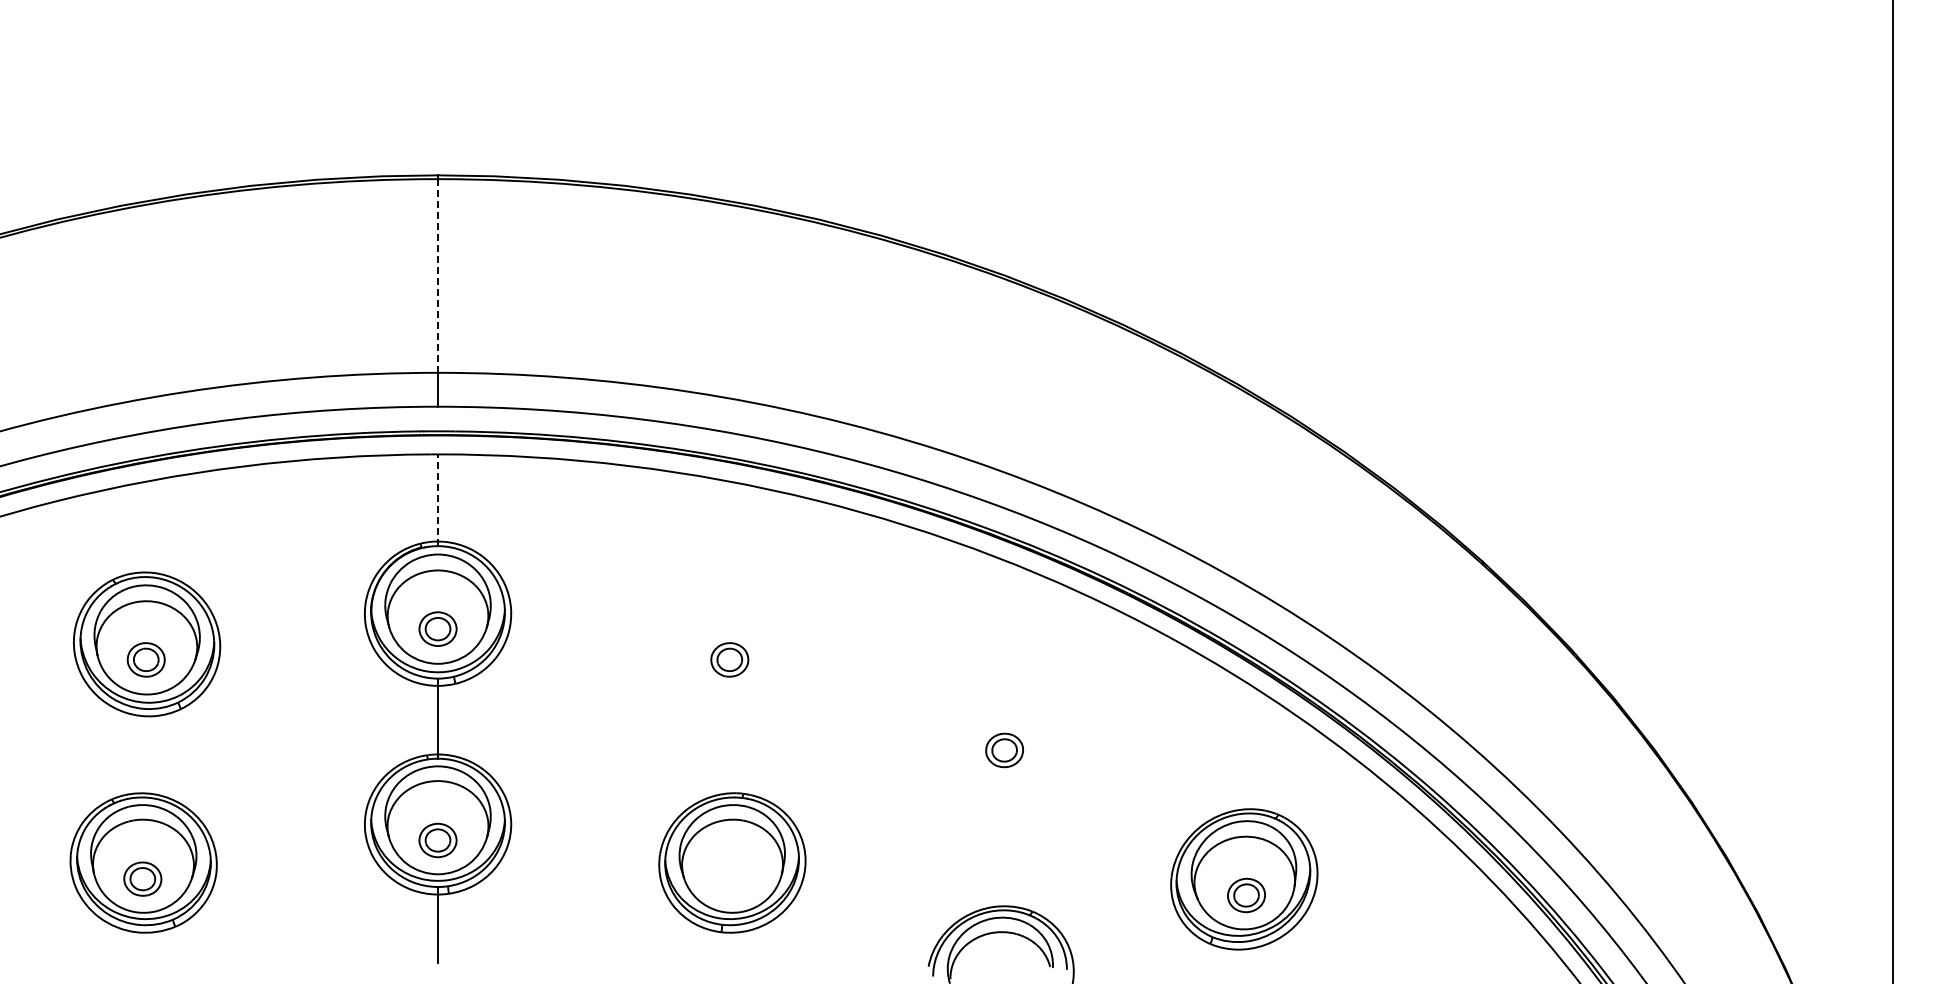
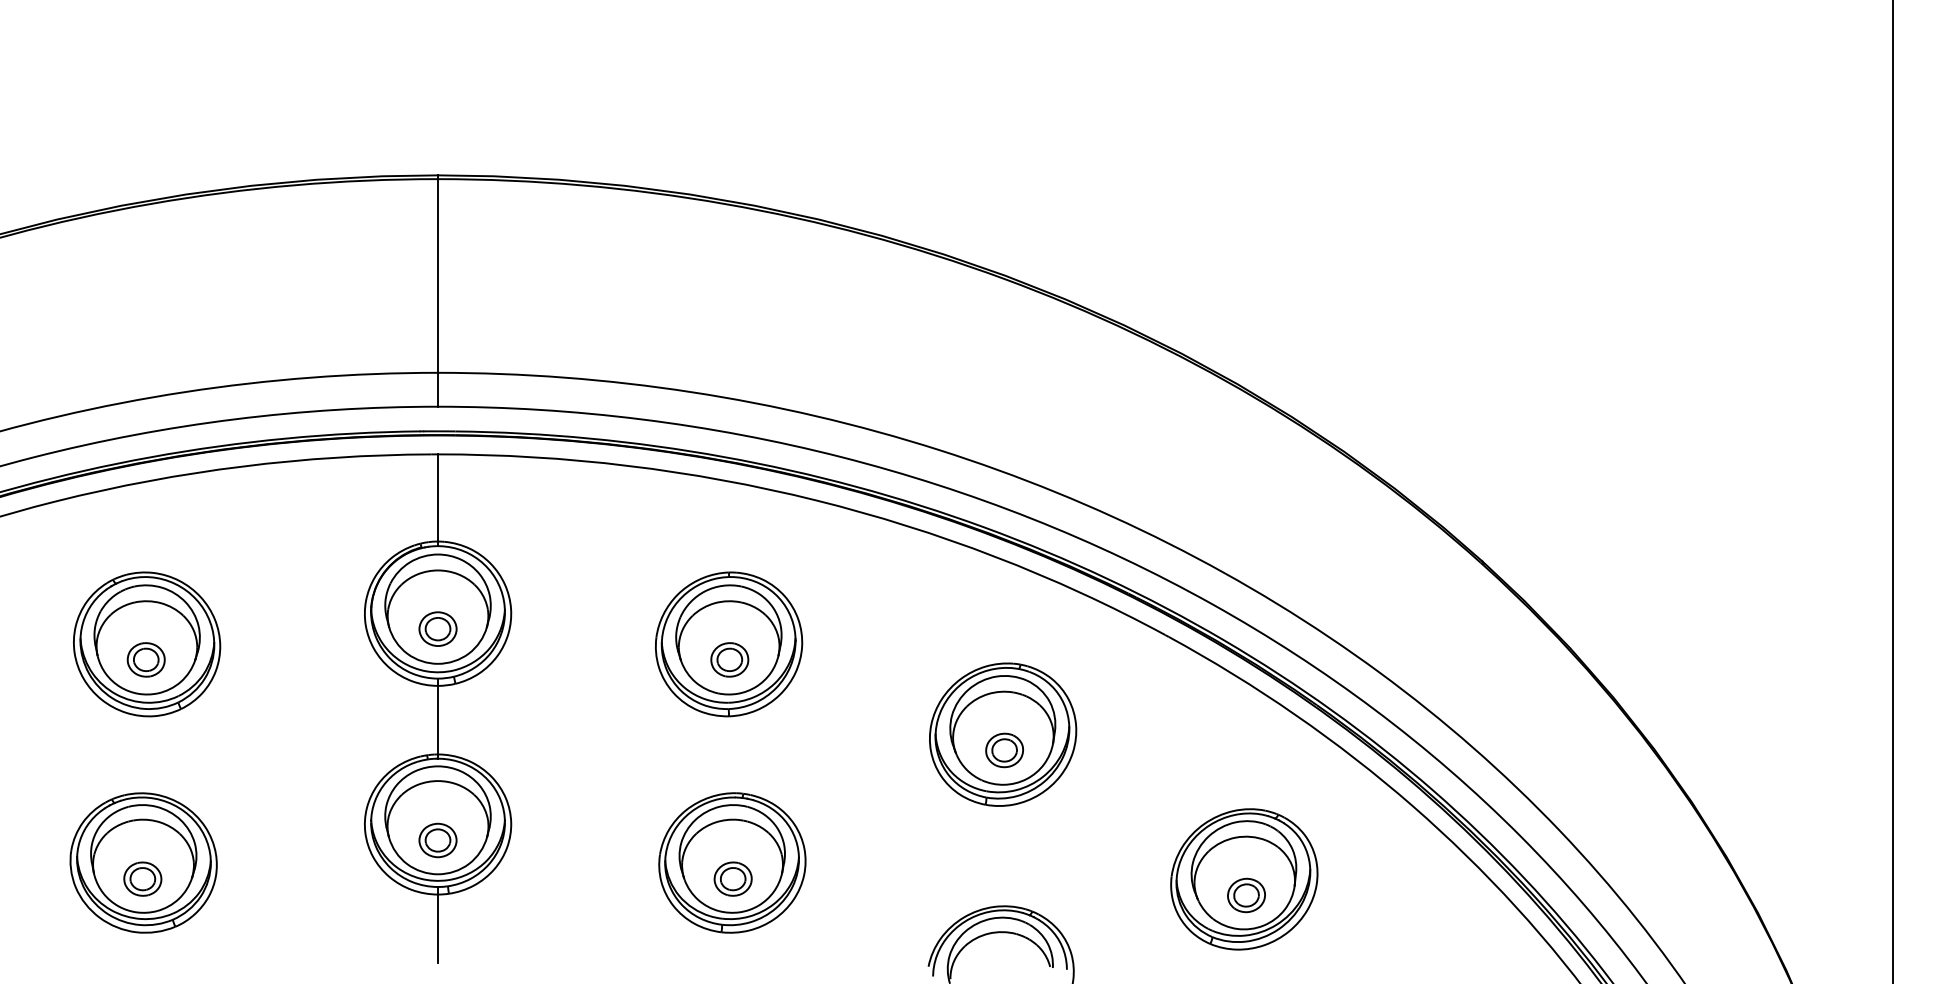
line at (438, 276): dashed -> solid
line at (438, 500): dashed -> solid
part at (729, 644): none -> present
part at (1003, 734): none -> present
part at (732, 878): none -> present
